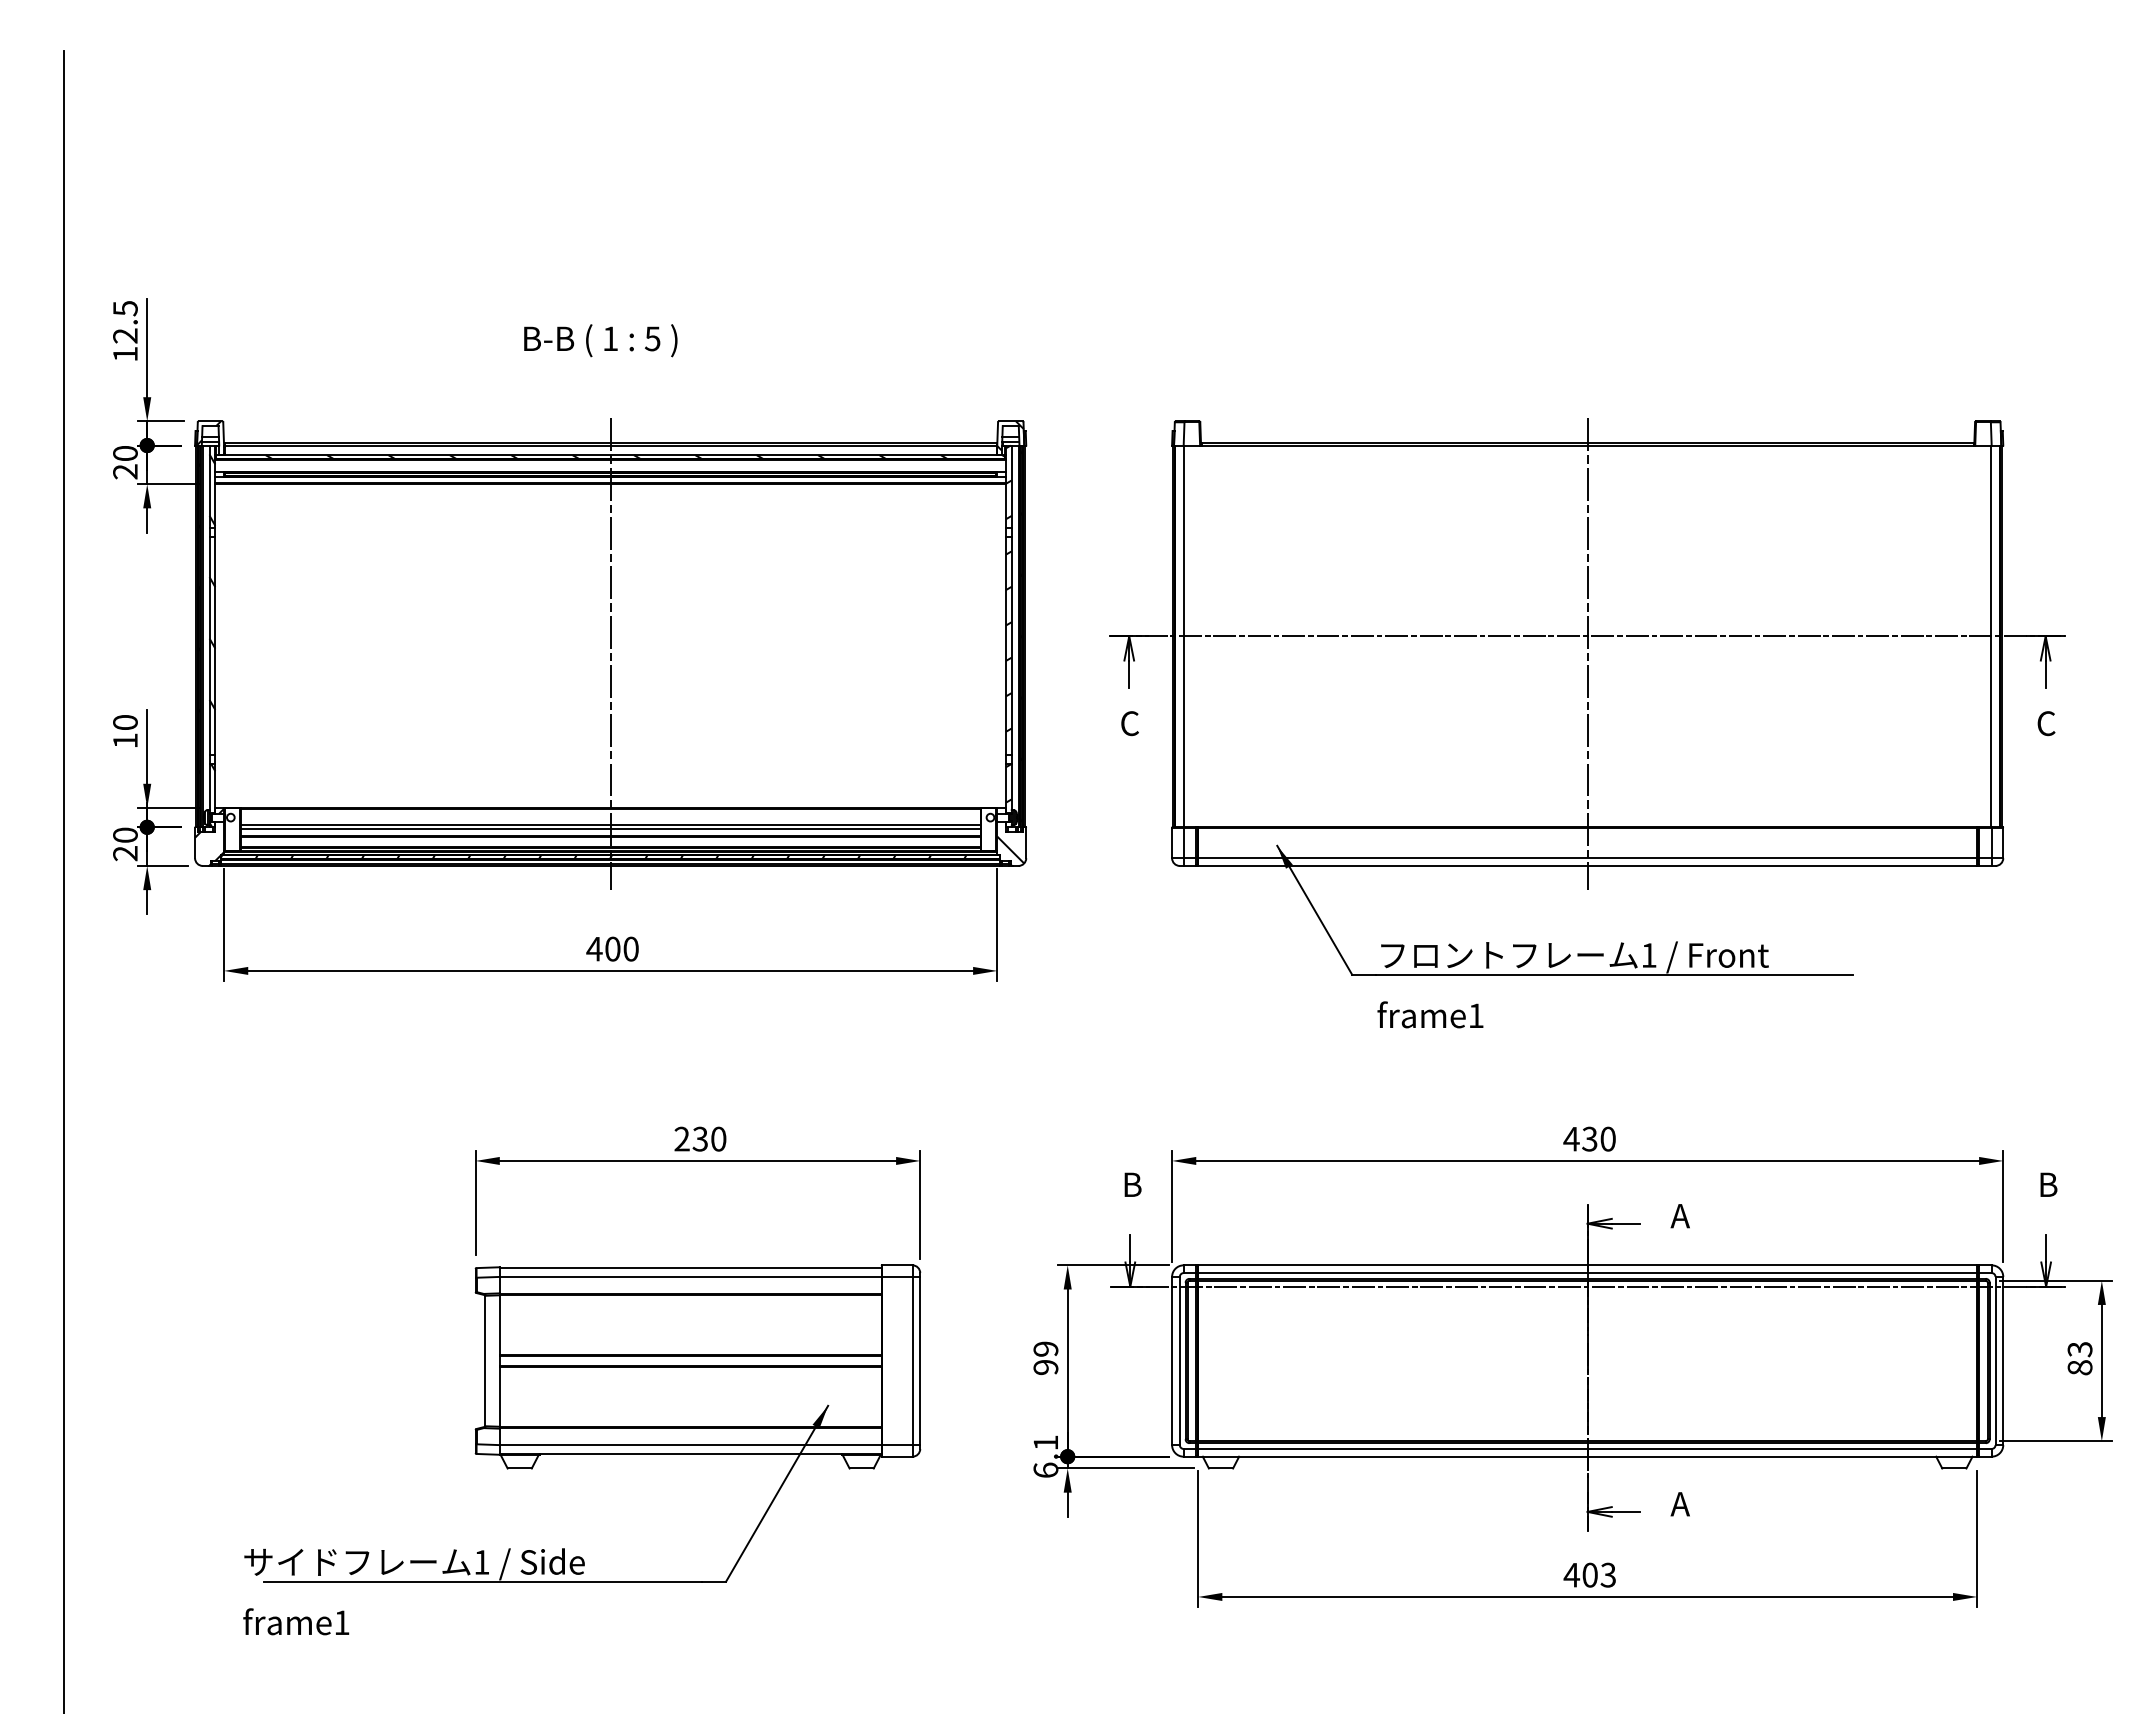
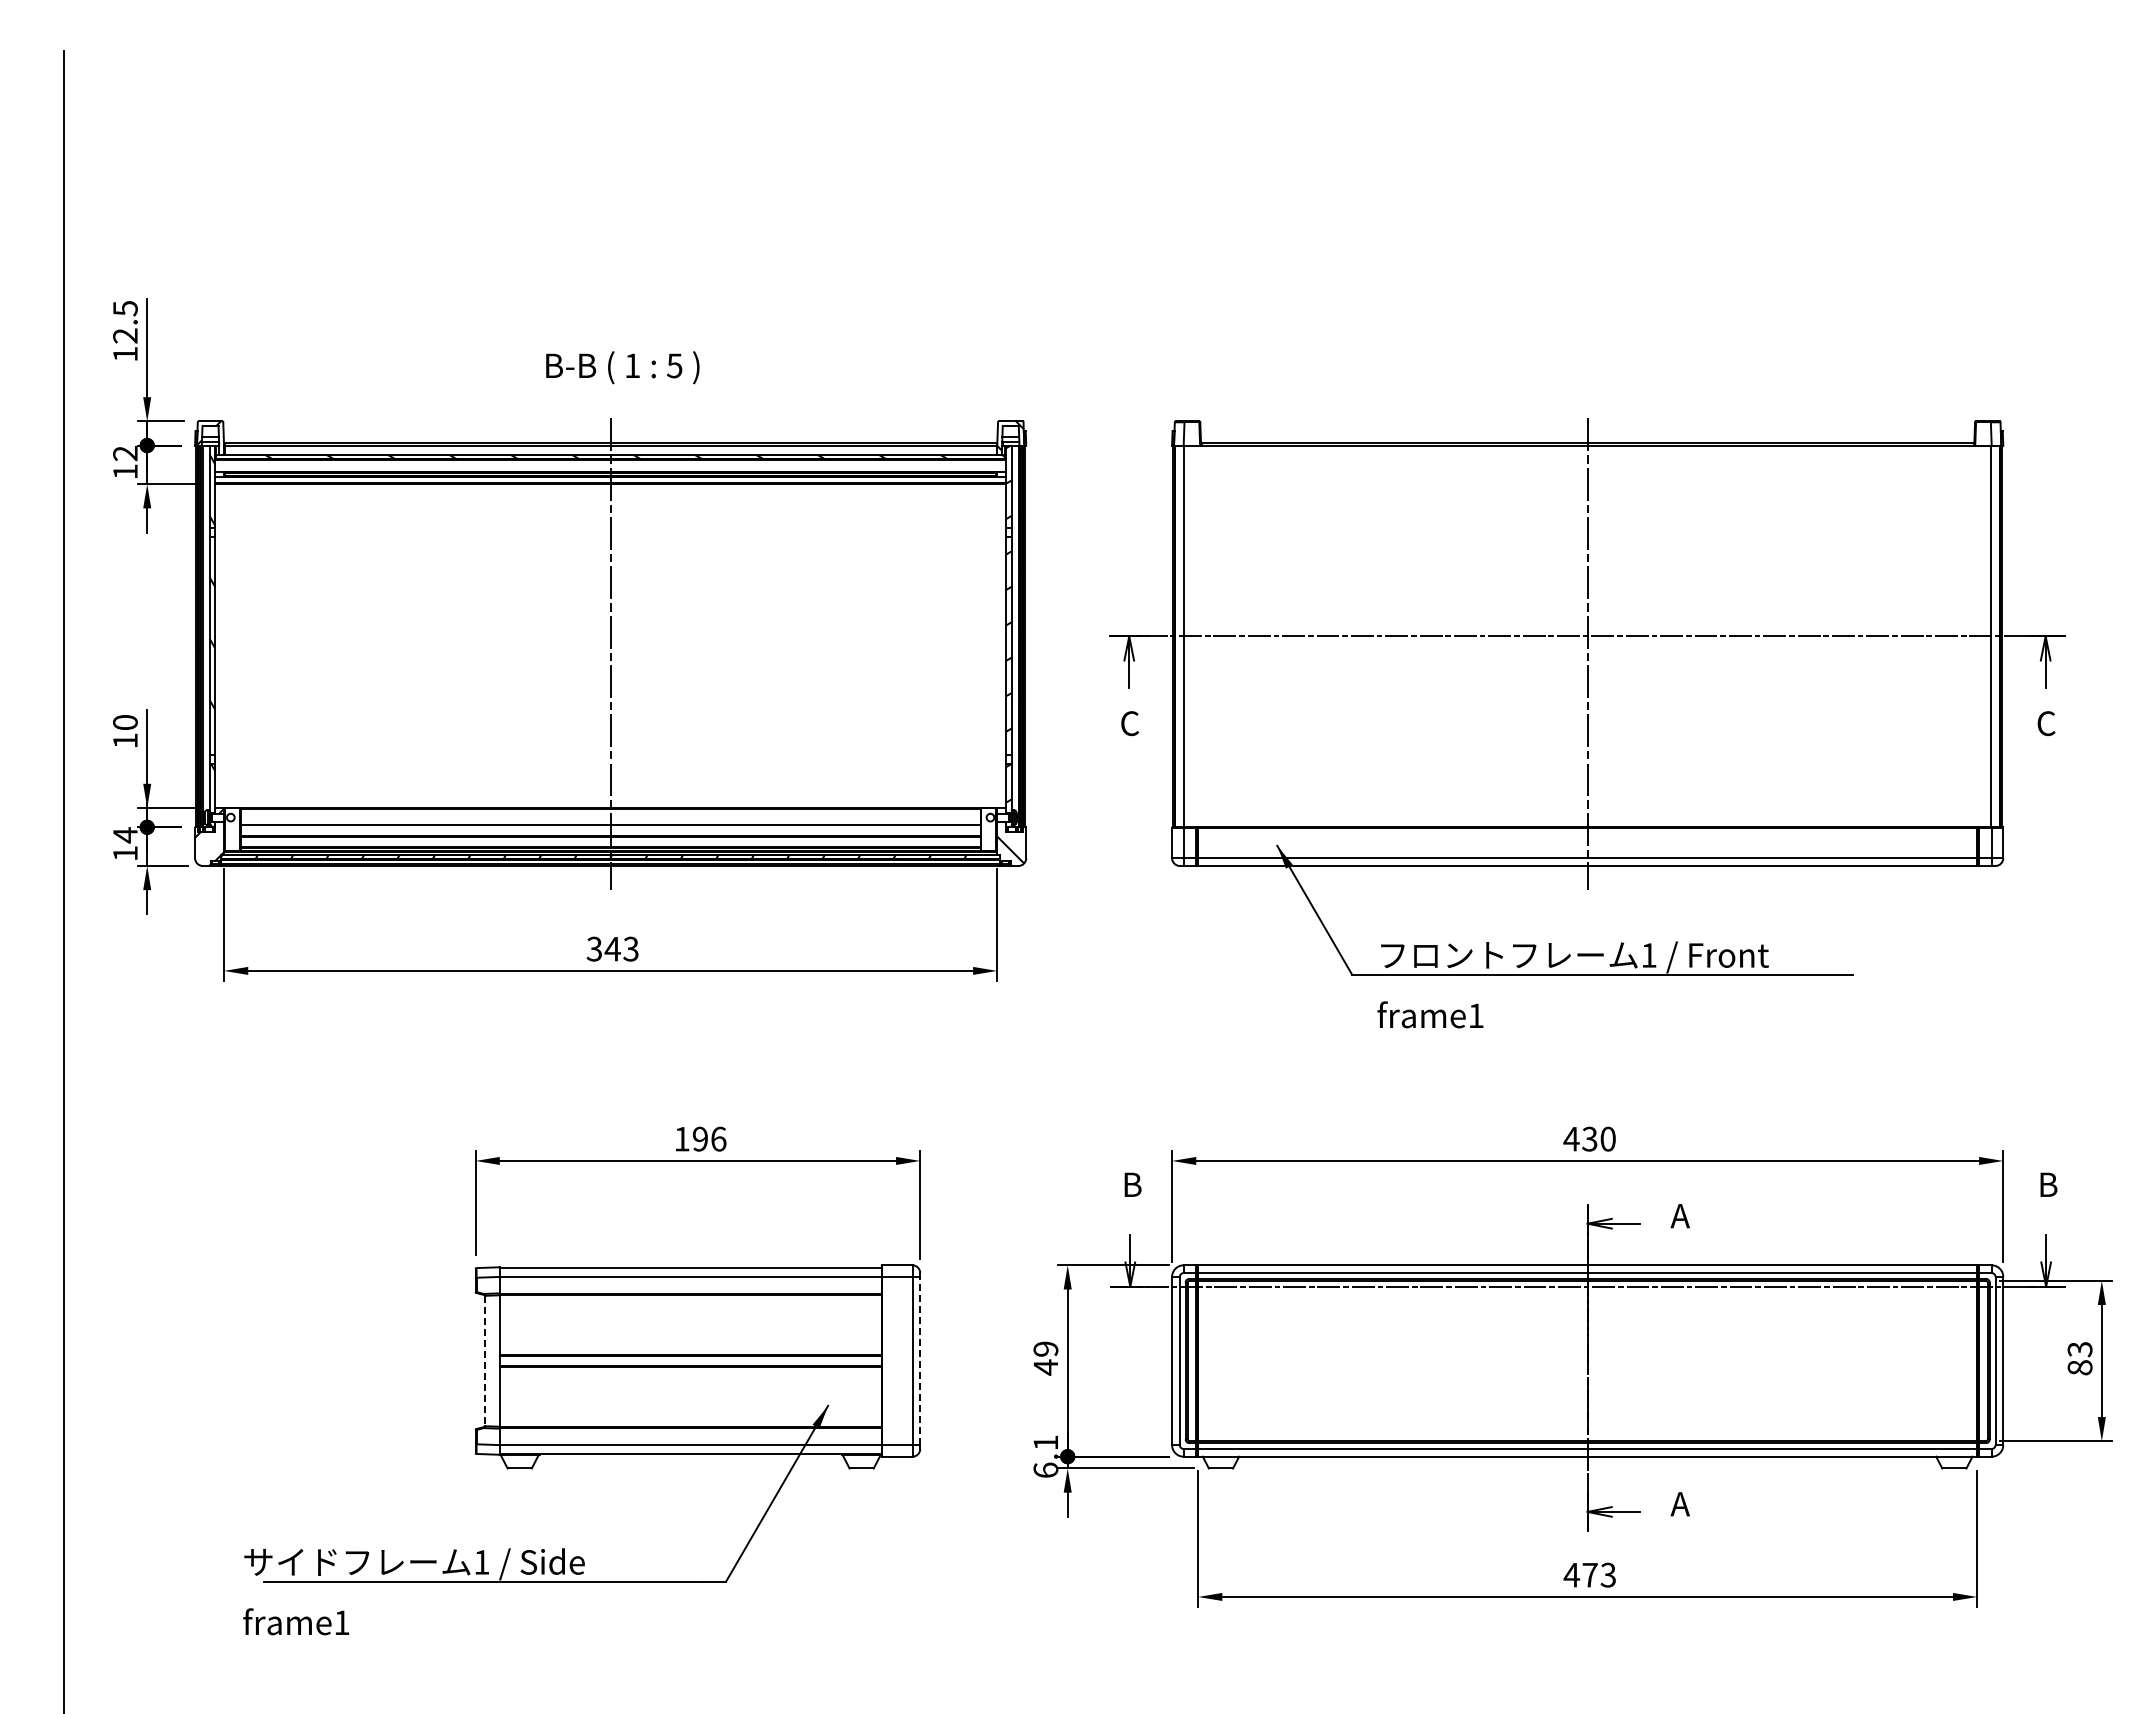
text at (600, 340) position: (600, 340) -> (622, 367)
text at (125, 462): 20 -> 12
line at (610, 829): present -> none
text at (125, 844): 20 -> 14
text at (612, 948): 400 -> 343
text at (700, 1138): 230 -> 196
line at (920, 1360): solid -> dashed
line at (485, 1361): solid -> dashed
text at (1045, 1367): 99 -> 49
text at (1589, 1574): 403 -> 473
